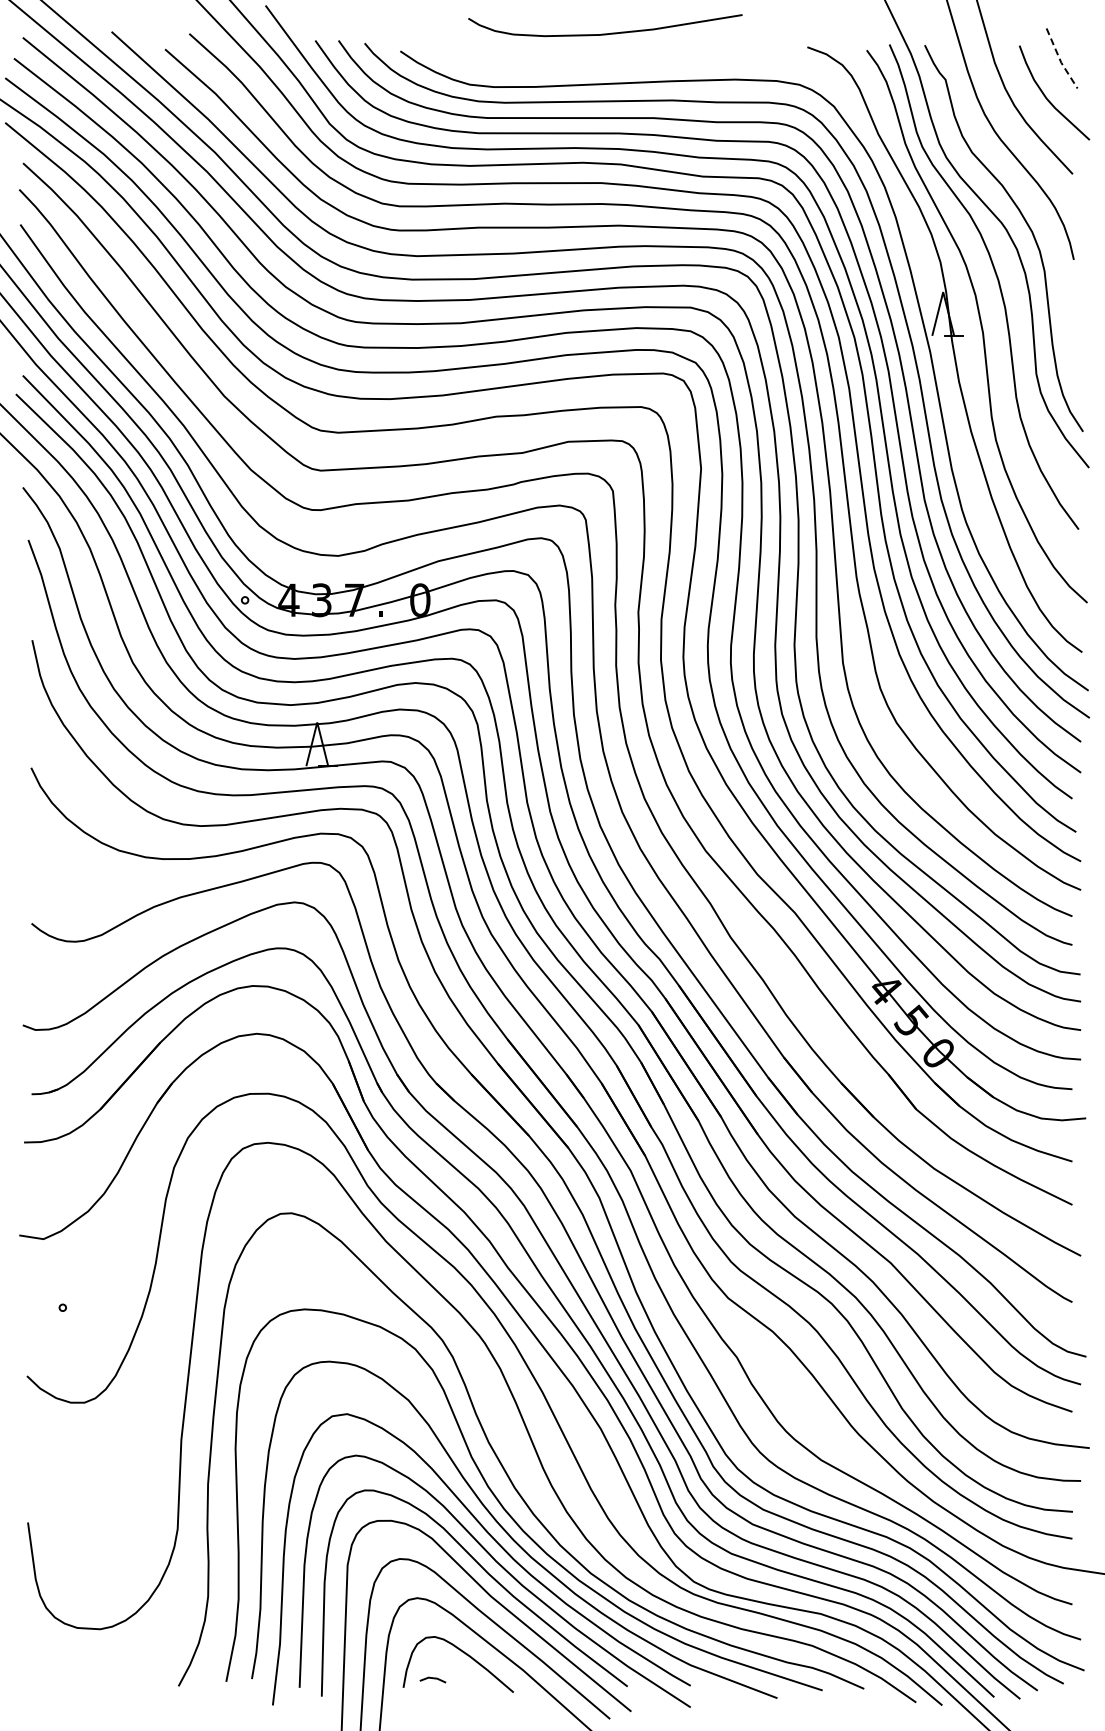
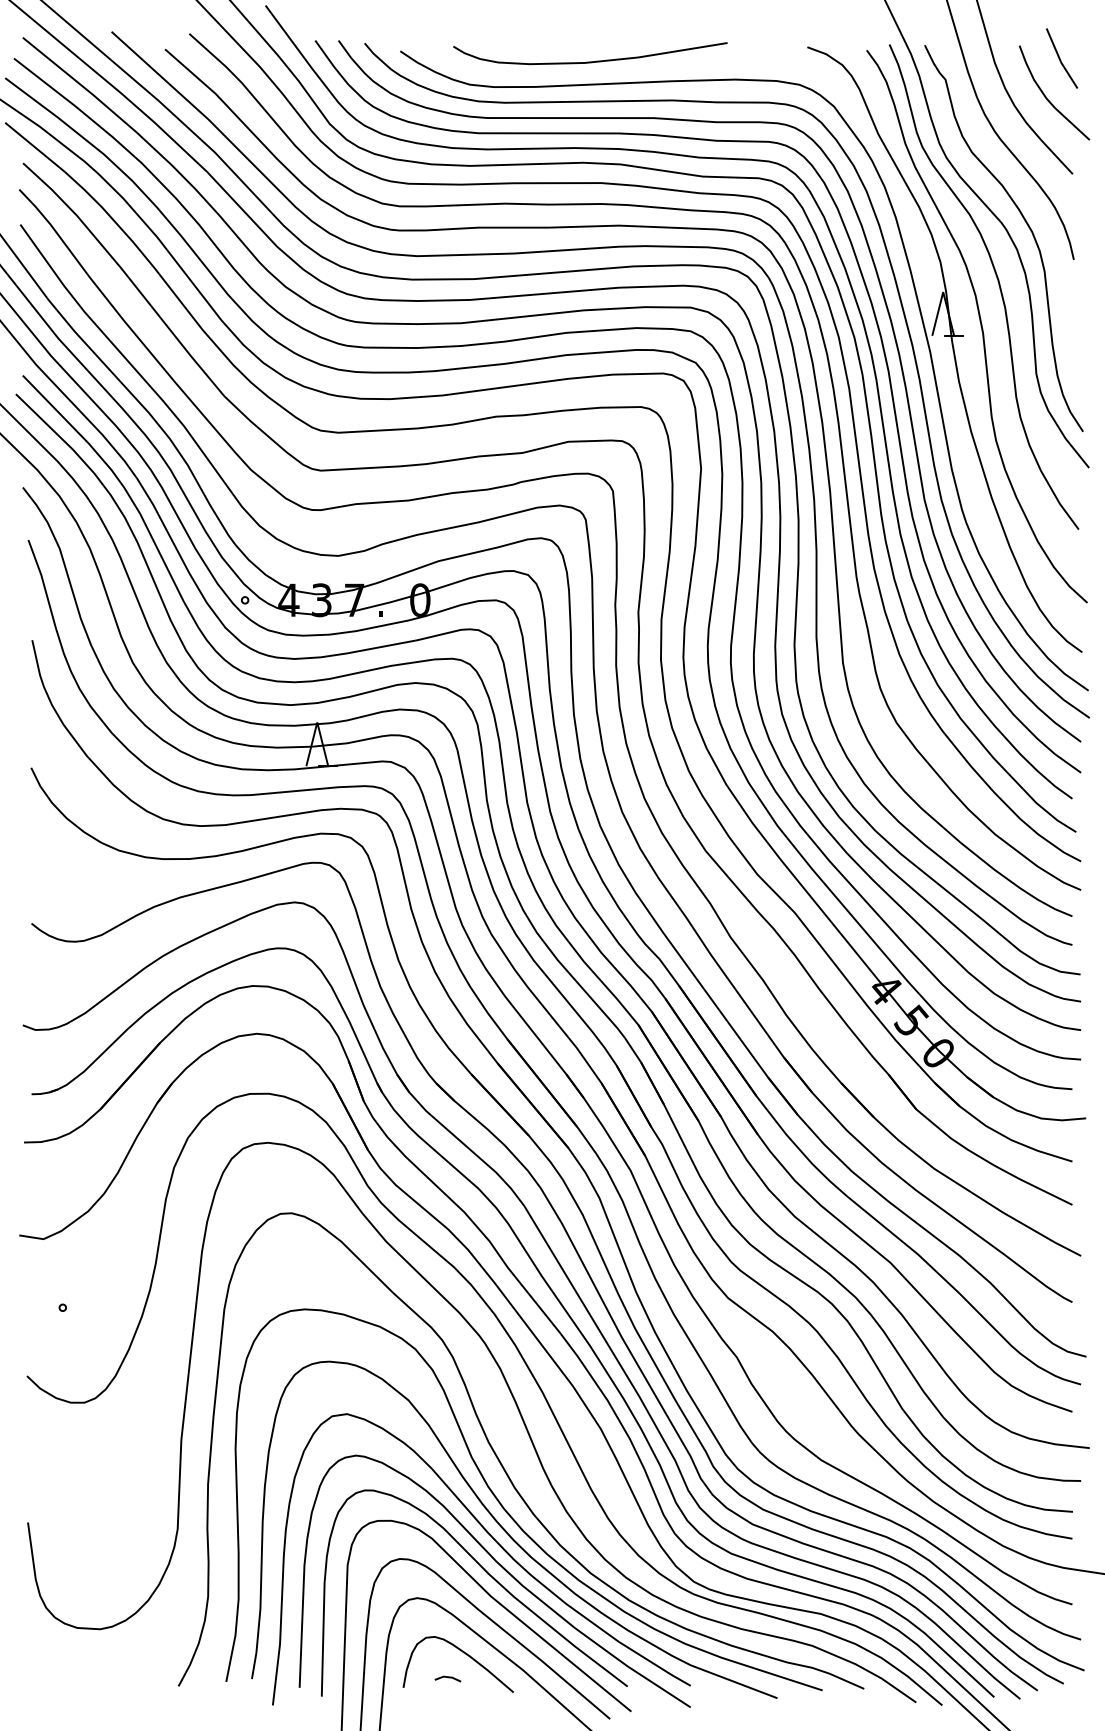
curve at (605, 33) position: (605, 33) -> (590, 61)
line at (1060, 60): dashed -> solid
line at (432, 1678) position: (432, 1678) -> (447, 1677)
